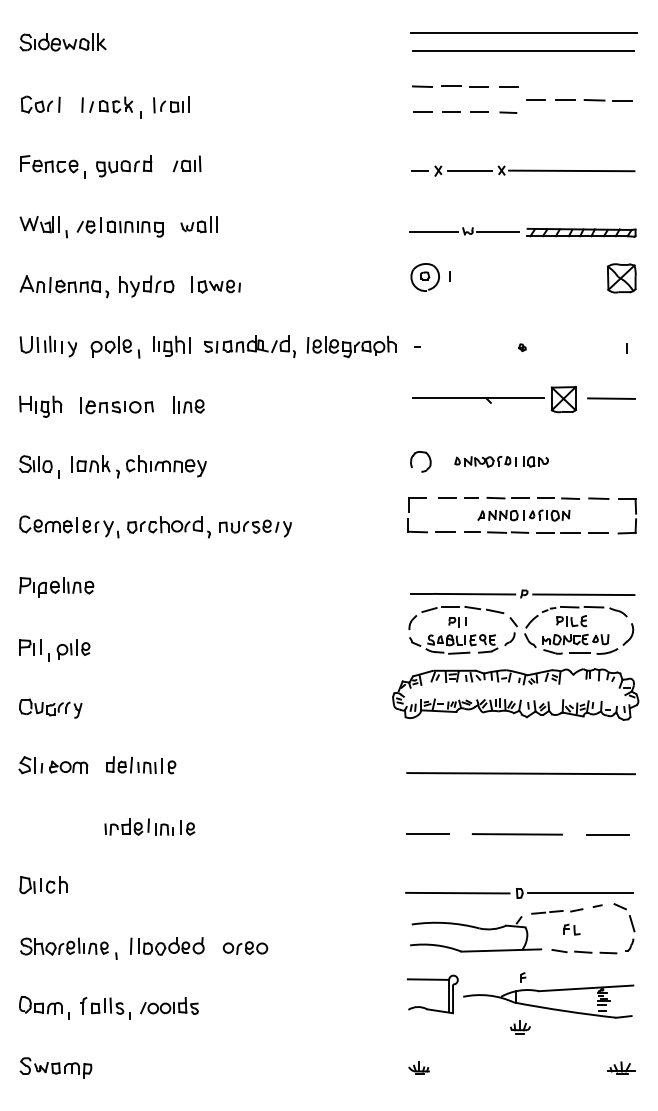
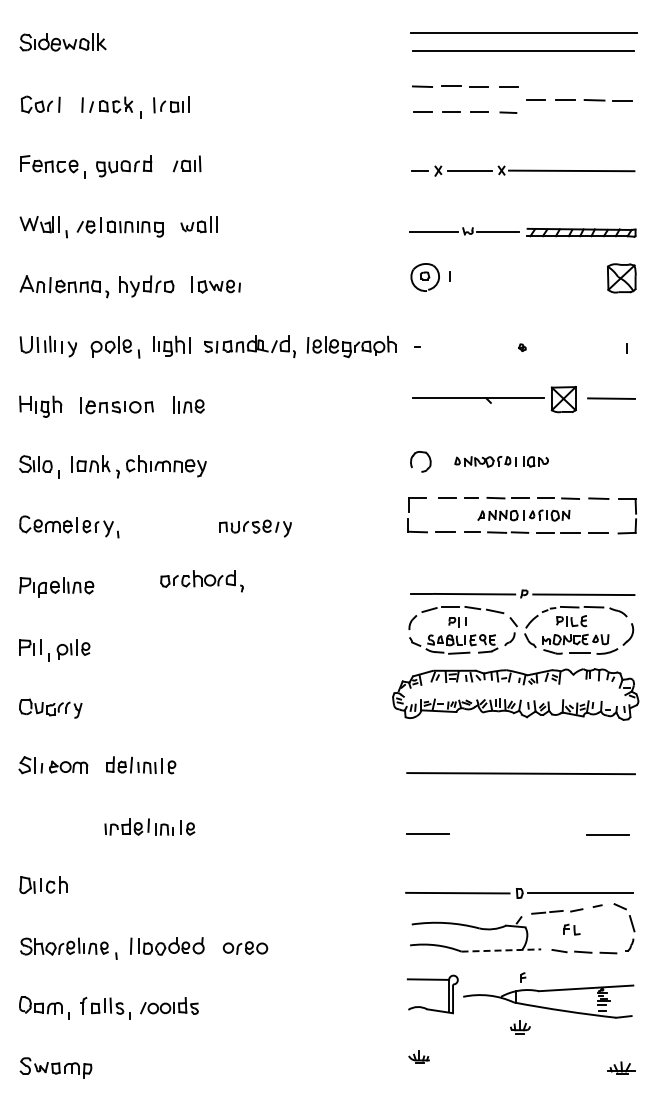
part at (168, 527) position: (168, 527) -> (201, 581)
line at (517, 834): present -> none
line at (501, 950): solid -> dashed
part at (418, 1067) position: (418, 1067) -> (418, 1056)
